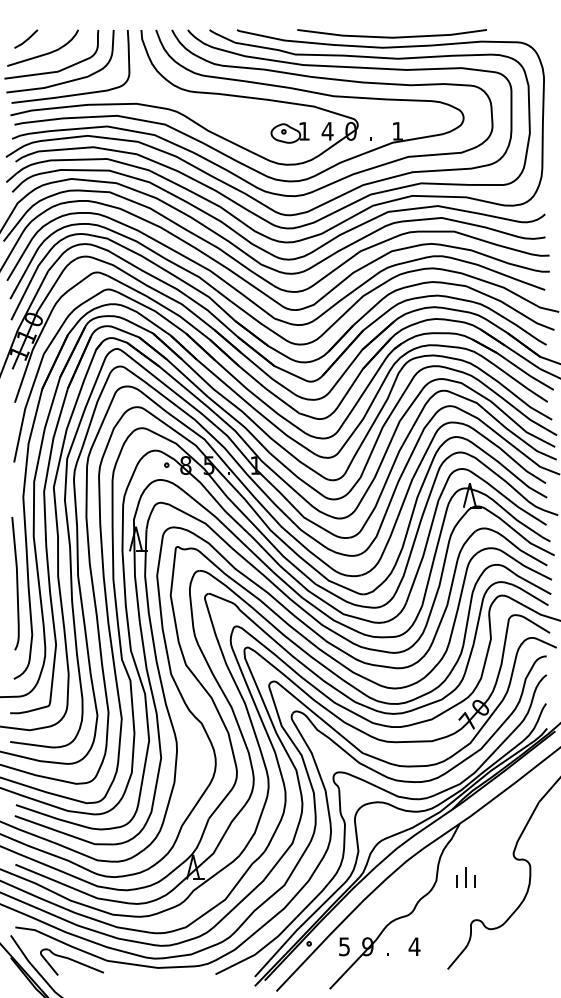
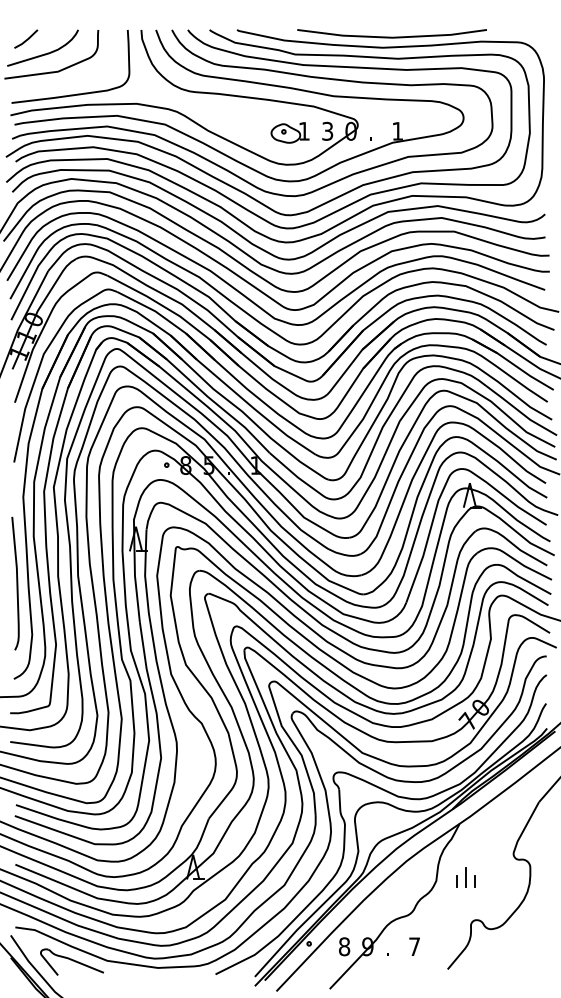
curve at (64, 81): present -> none
text at (327, 130): 4 -> 3
text at (344, 946): 5 -> 8
text at (414, 946): 4 -> 7
